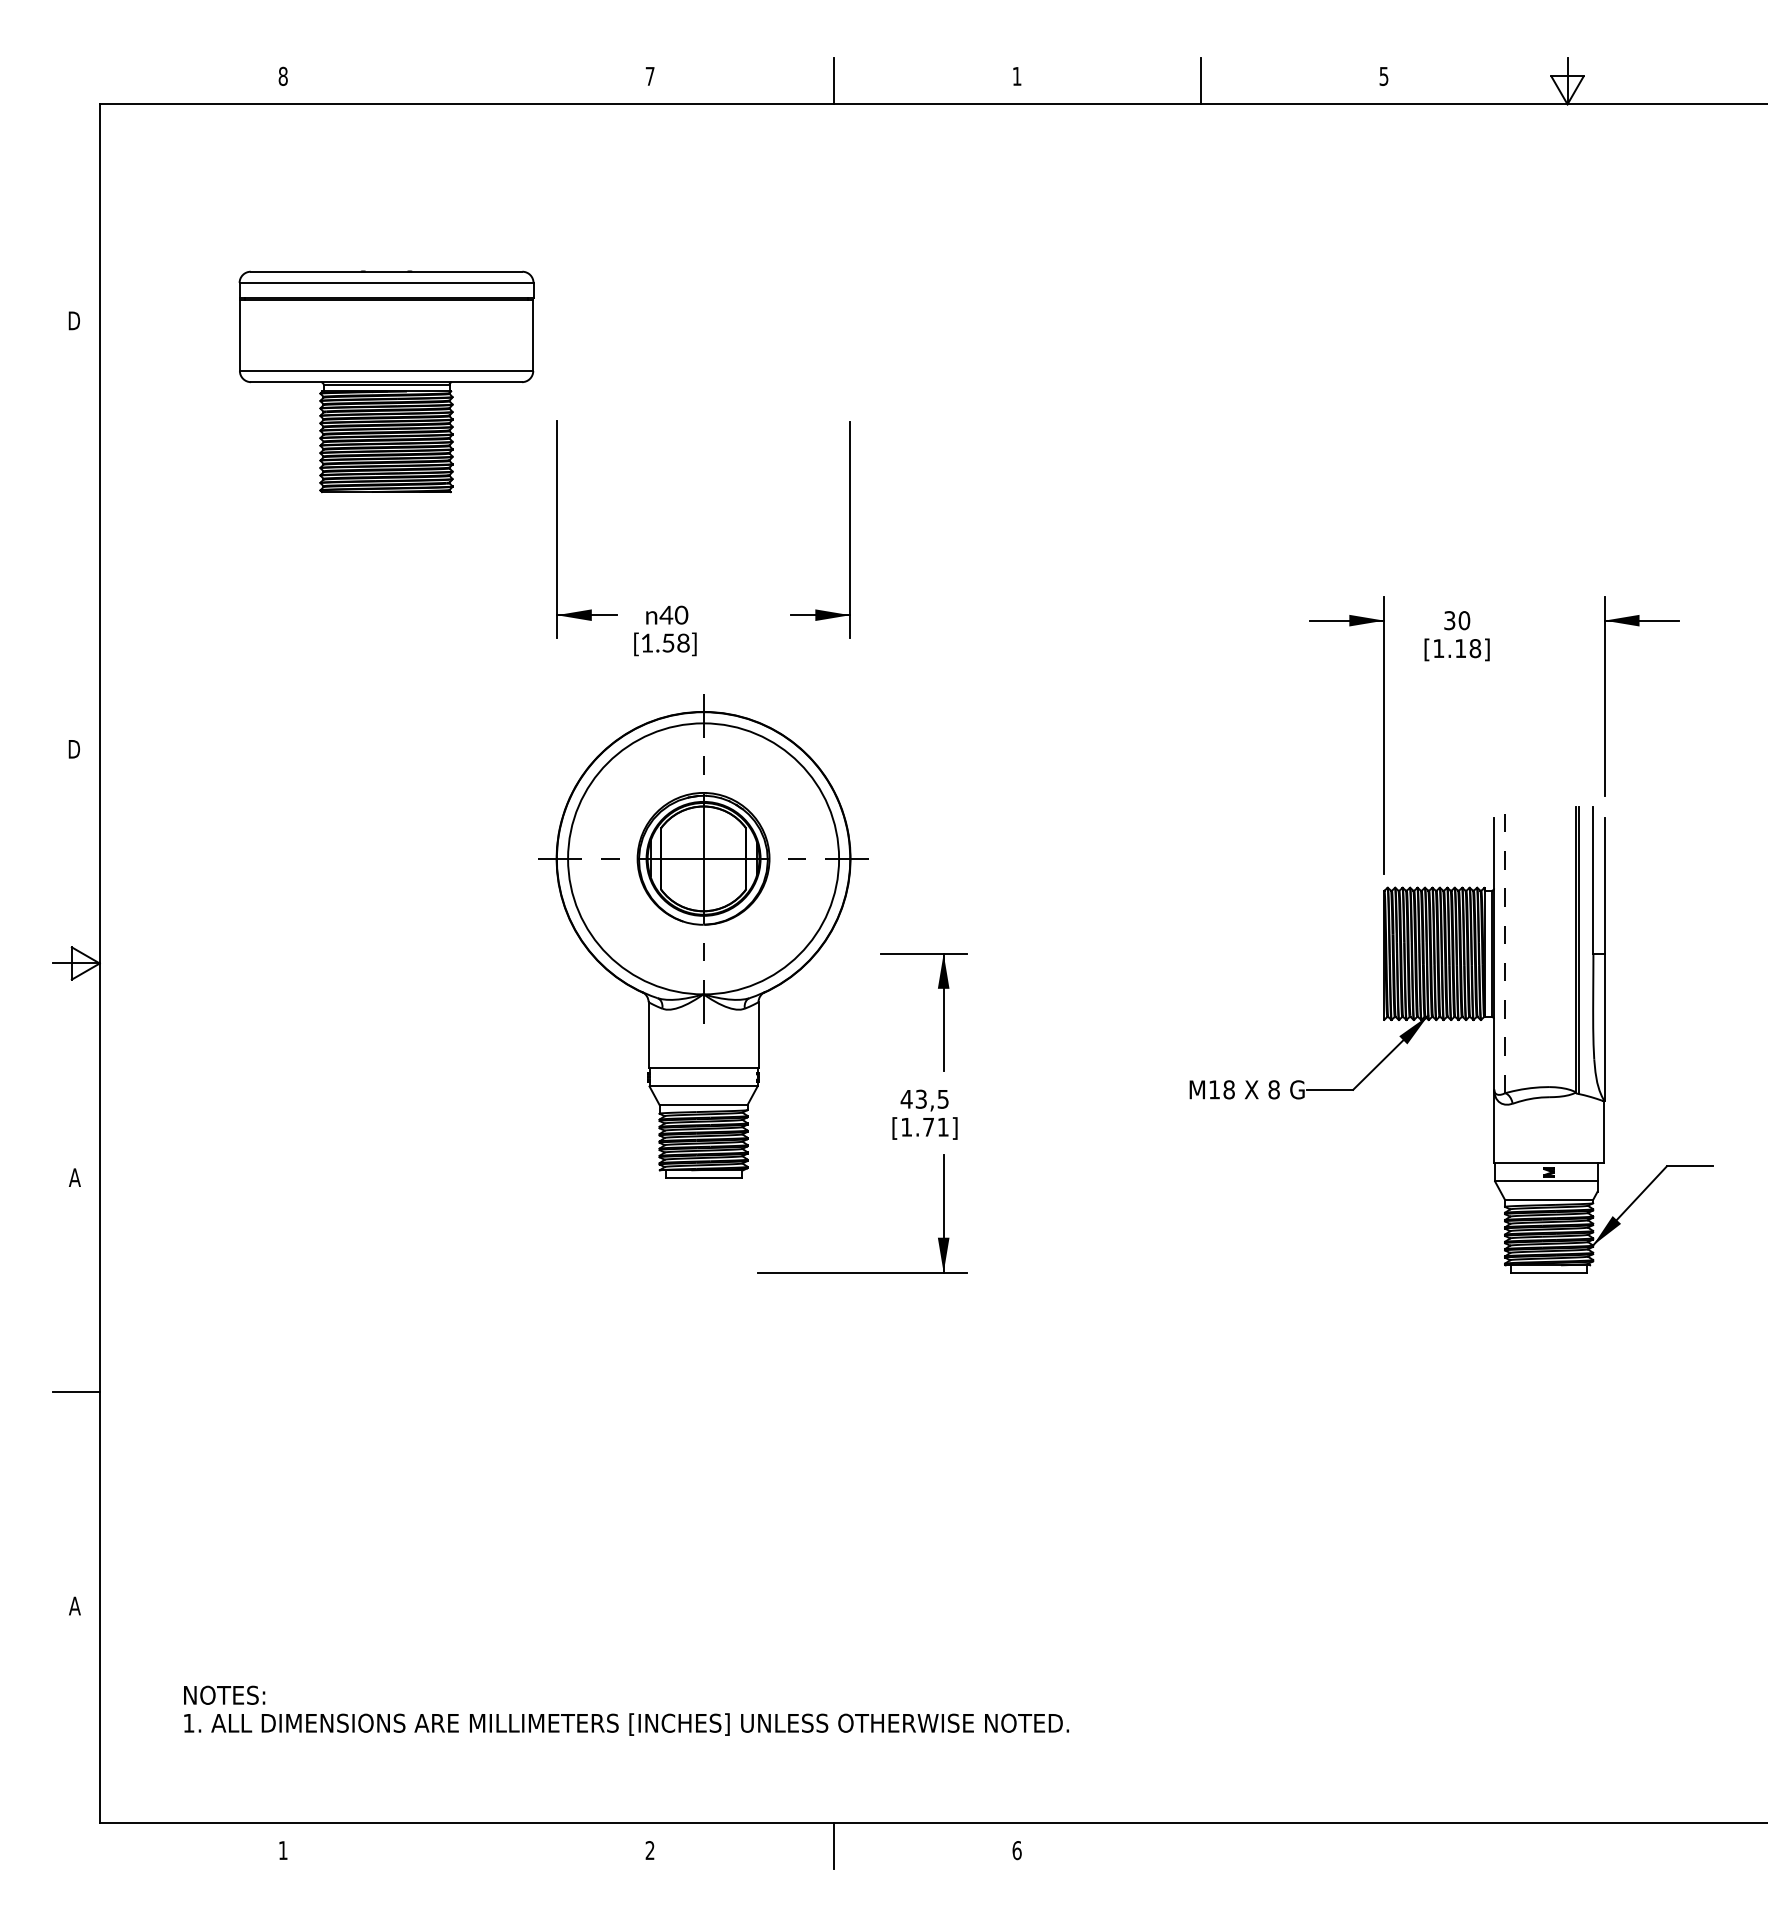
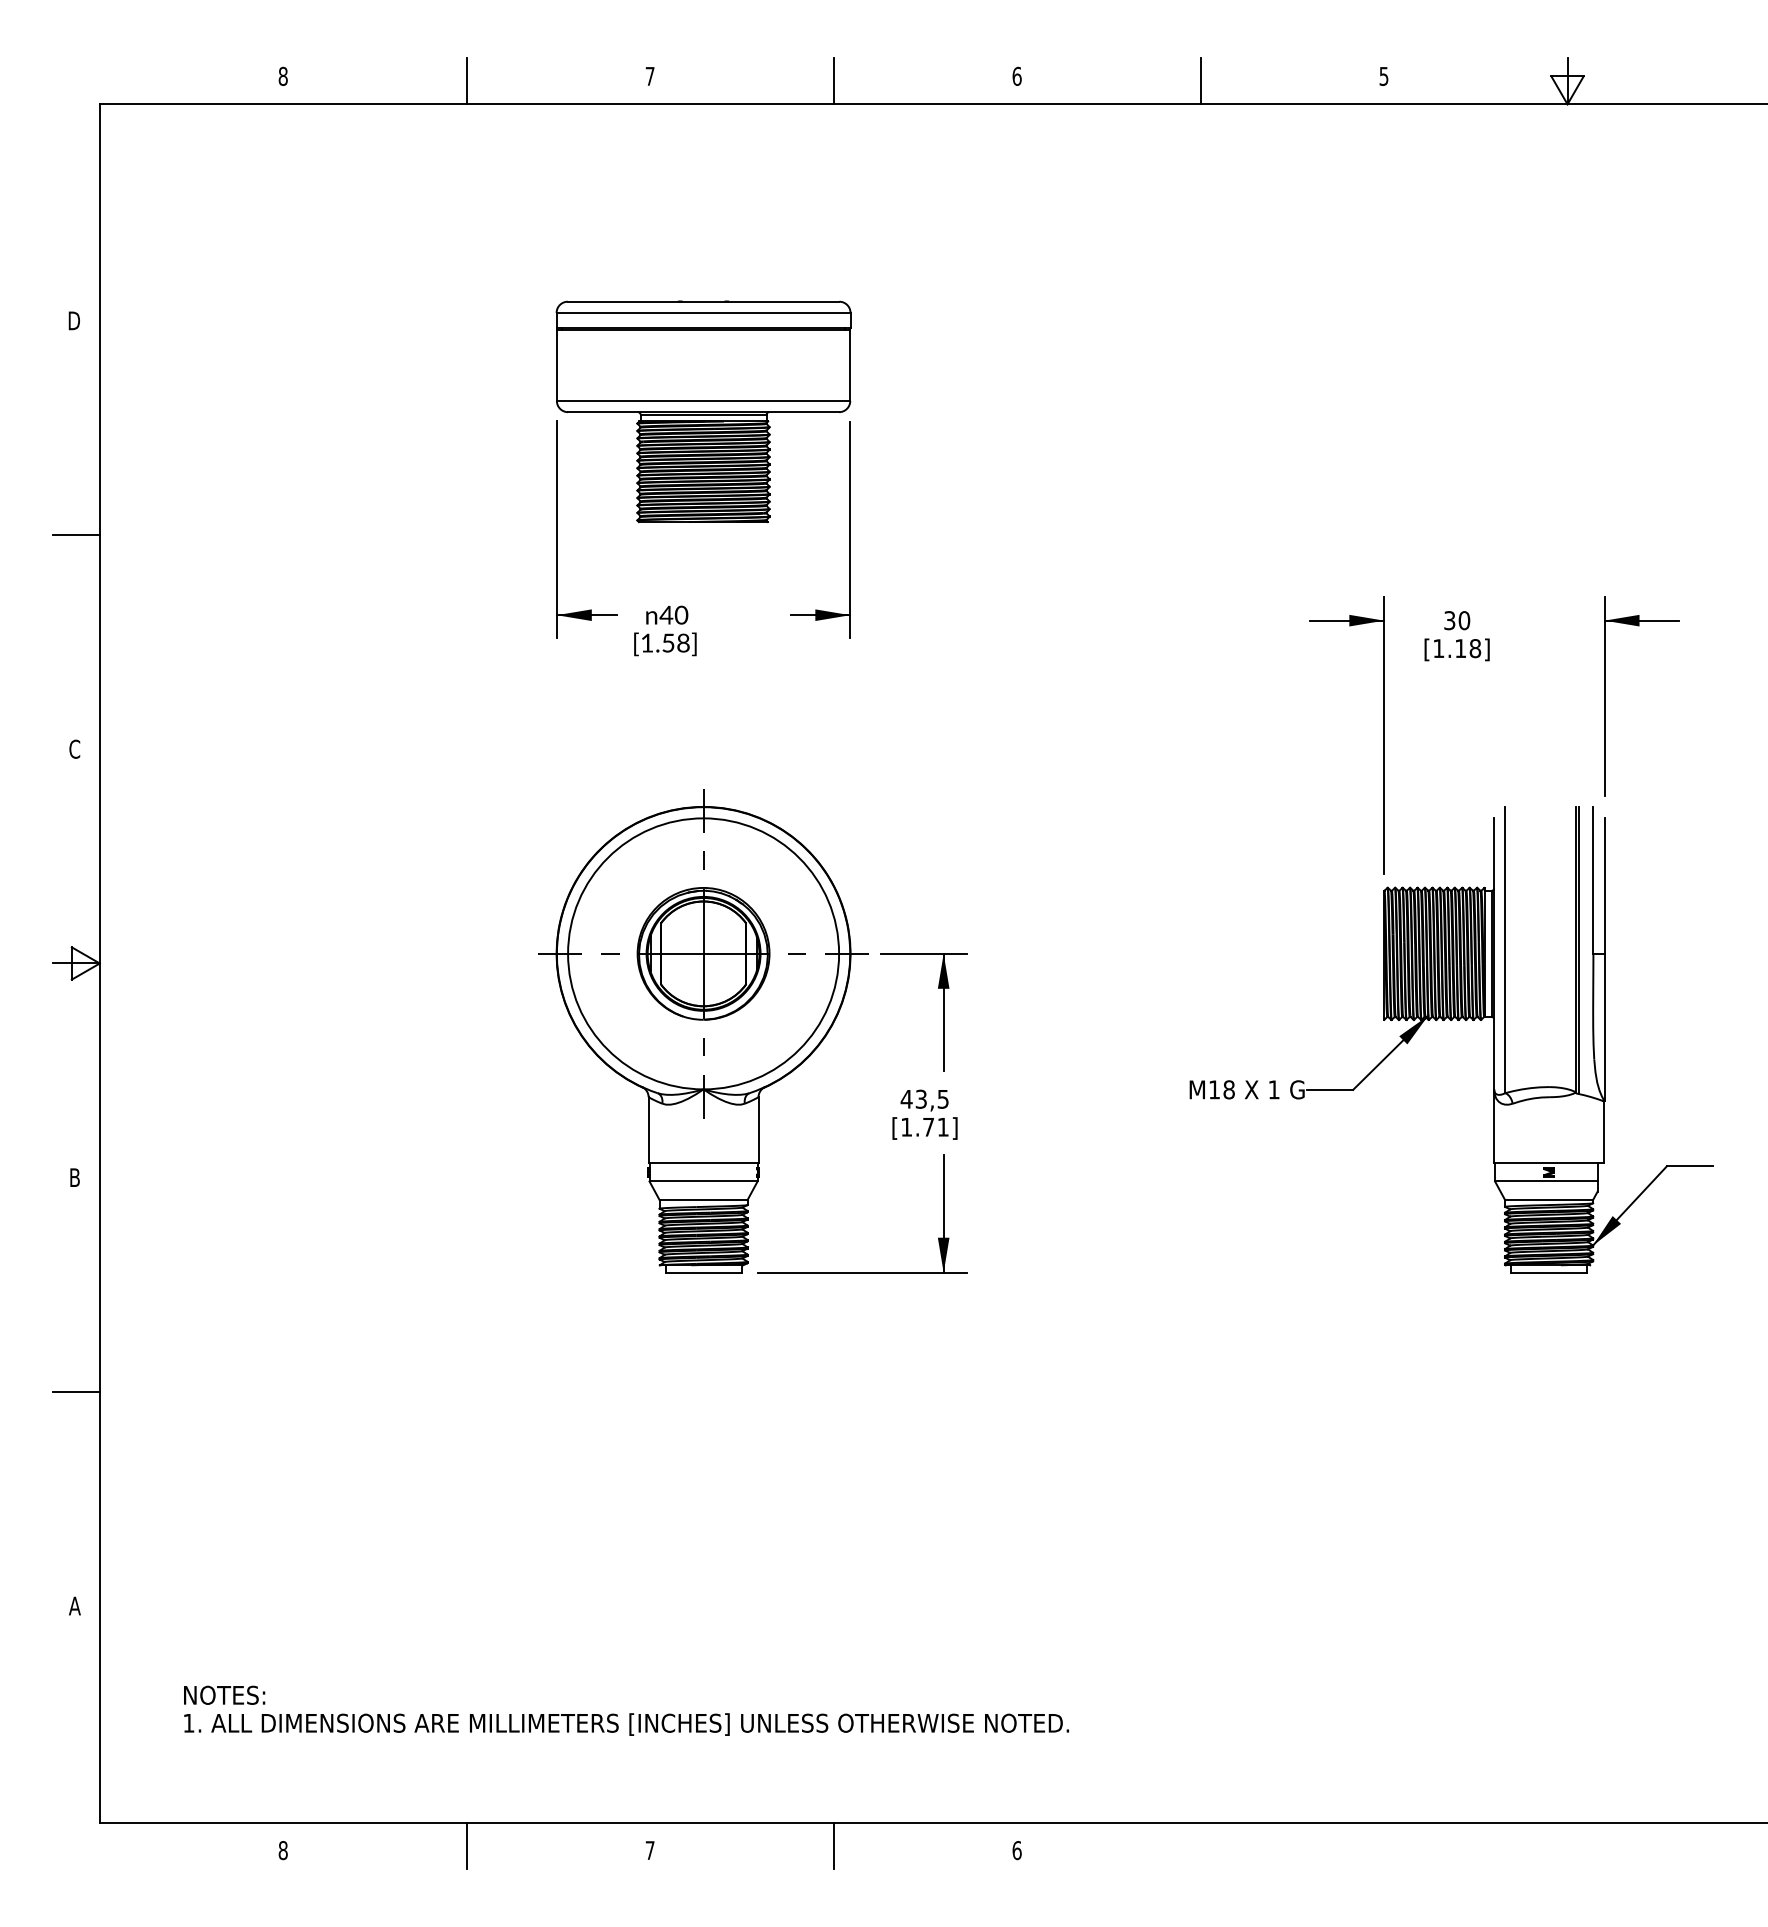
text at (1016, 75): 1 -> 6
line at (466, 80): none -> present
part at (386, 381) position: (386, 381) -> (703, 411)
line at (76, 535): none -> present
text at (74, 748): D -> C
part at (703, 936) position: (703, 936) -> (703, 1031)
line at (1505, 950): dashed -> solid
text at (1273, 1089): 8 -> 1
text at (74, 1177): A -> B
line at (466, 1845): none -> present
text at (282, 1850): 1 -> 8
text at (649, 1850): 2 -> 7
